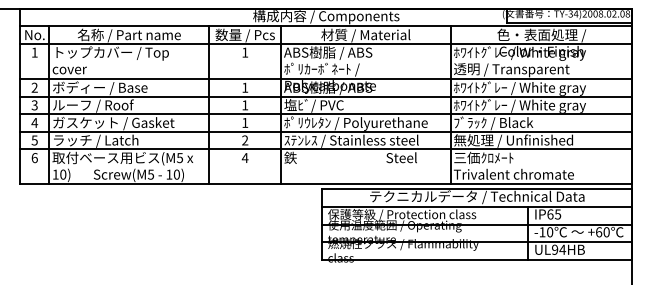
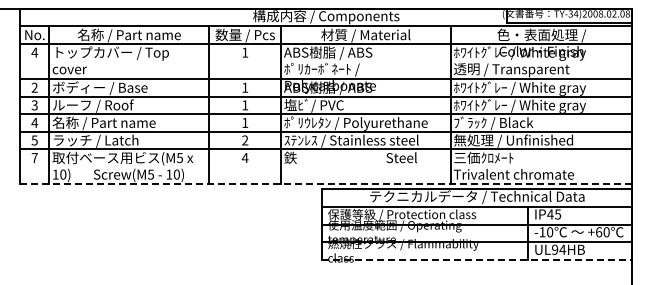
text at (34, 52): 1 -> 4
text at (113, 123): ガスケット / Gasket -> 名称 / Part name
text at (34, 158): 6 -> 7
line at (326, 184): solid -> dashed
text at (550, 214): IP65 -> IP45
line at (477, 259): solid -> dashed
